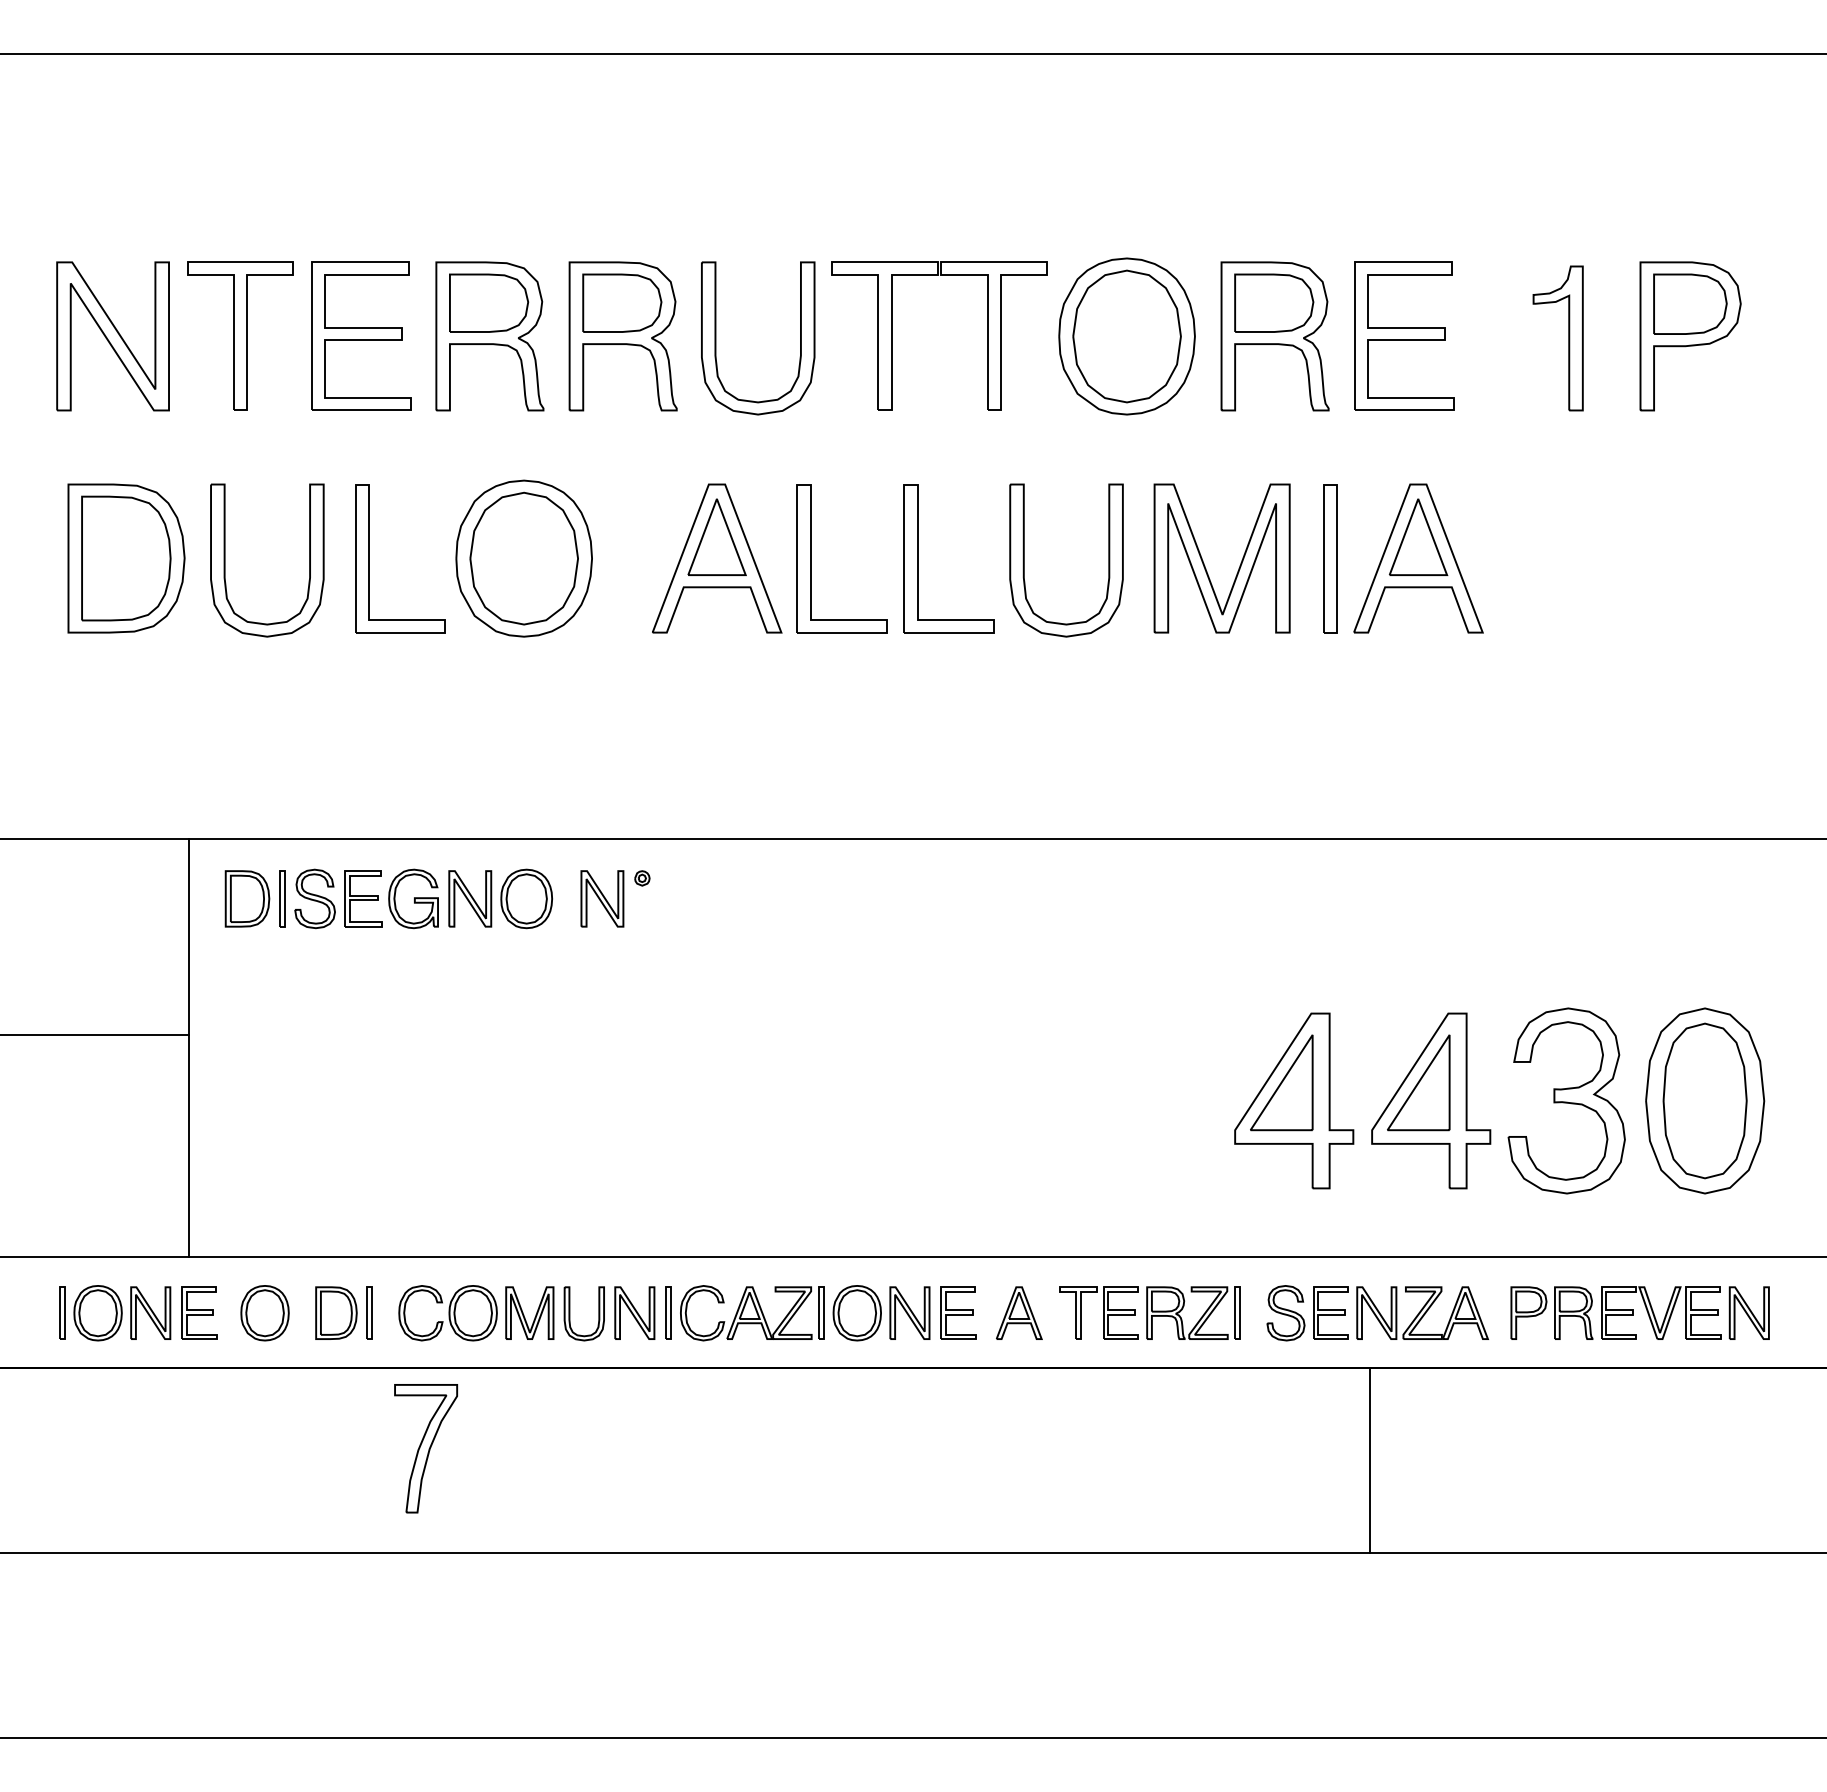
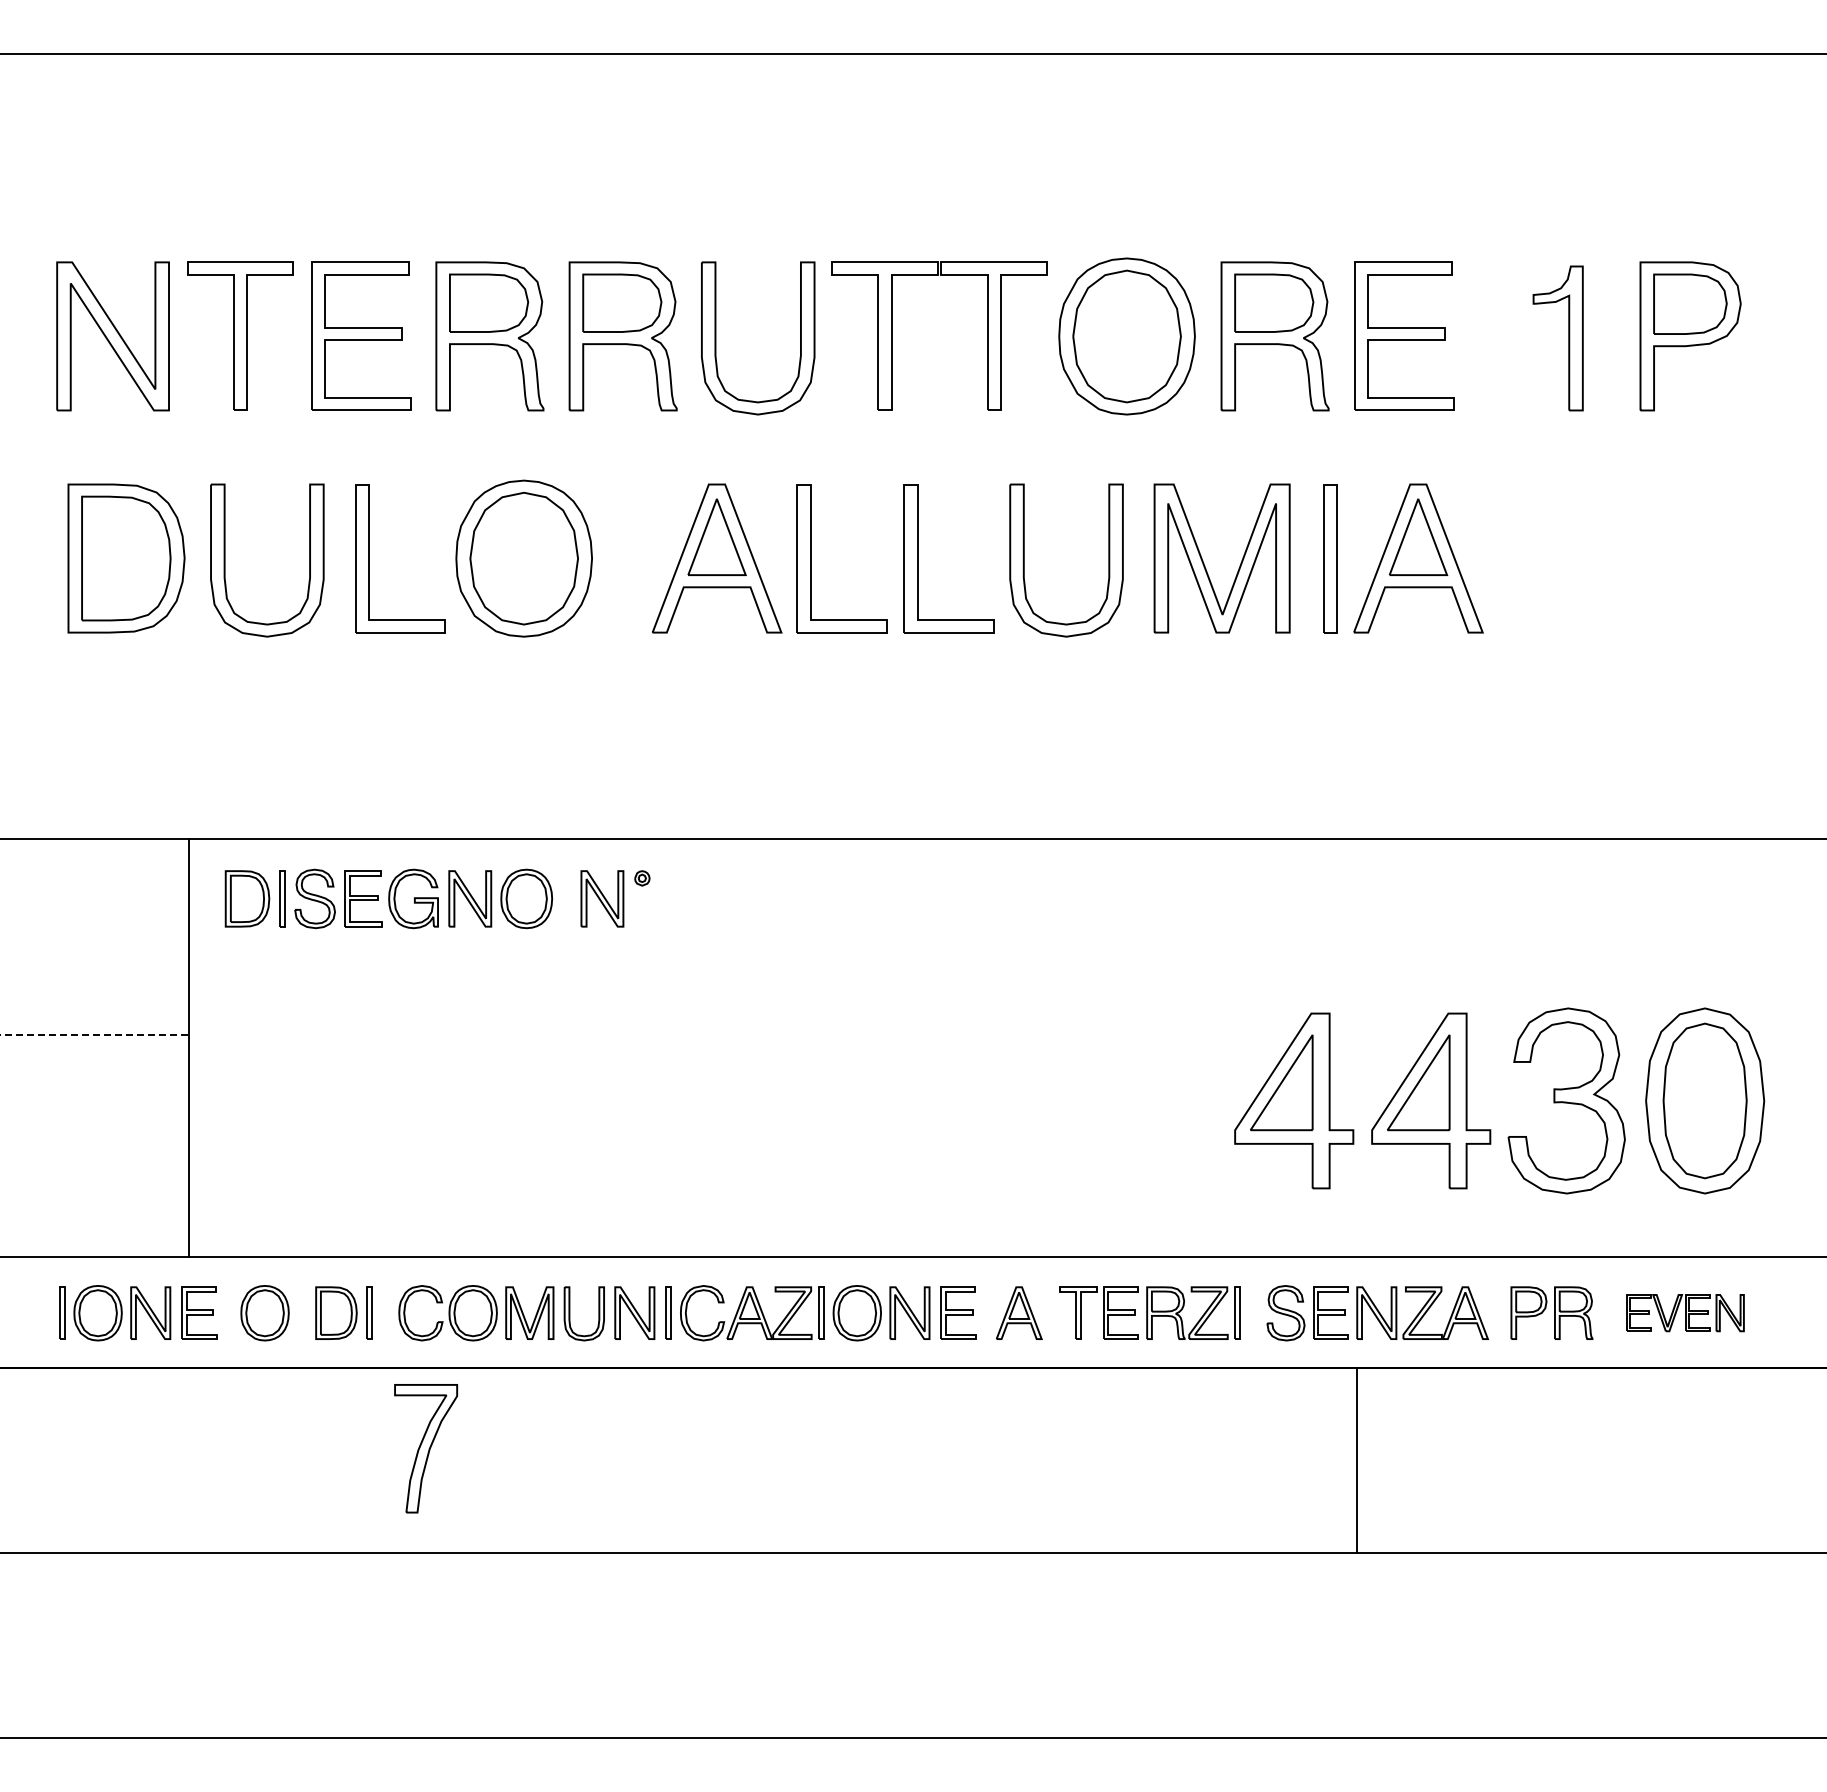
line at (95, 1034): solid -> dashed
part at (1685, 1312) size: 169x54 px -> 119x39 px
line at (1369, 1460) position: (1369, 1460) -> (1356, 1460)
